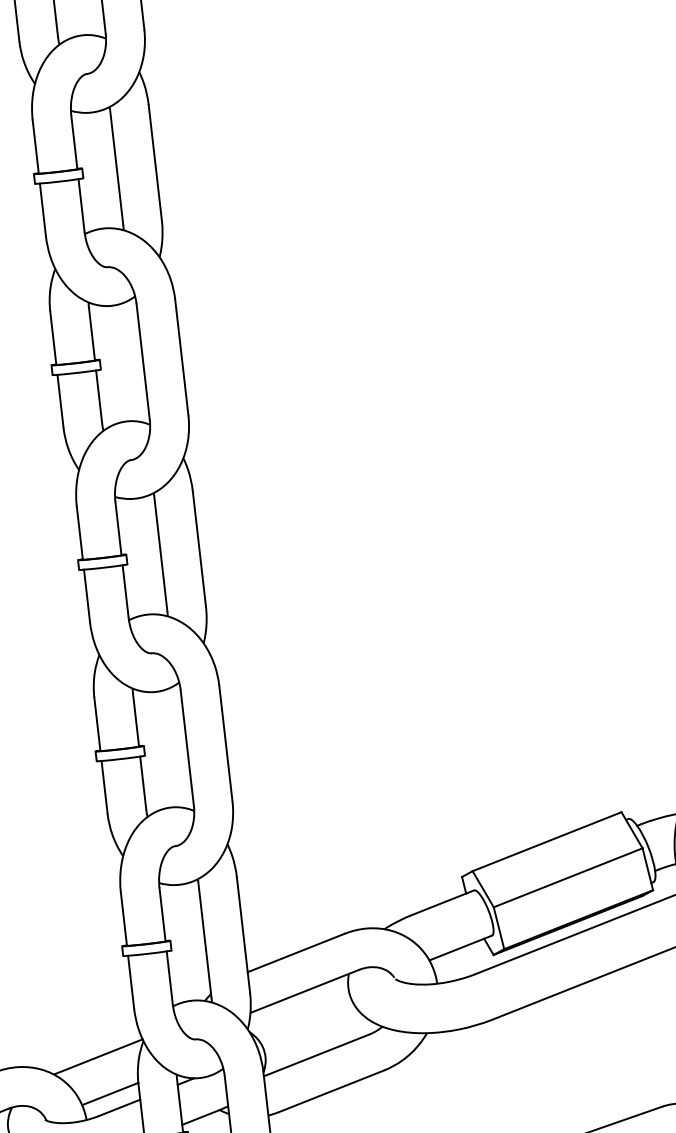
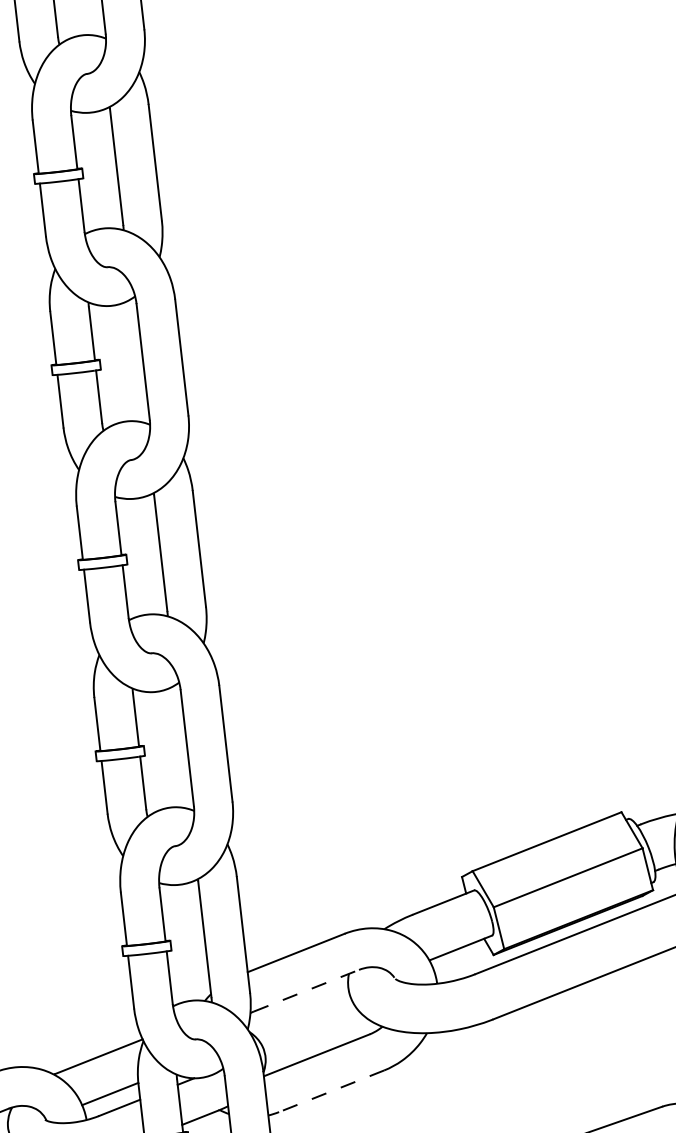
line at (306, 990): solid -> dashed
line at (331, 1091): solid -> dashed
